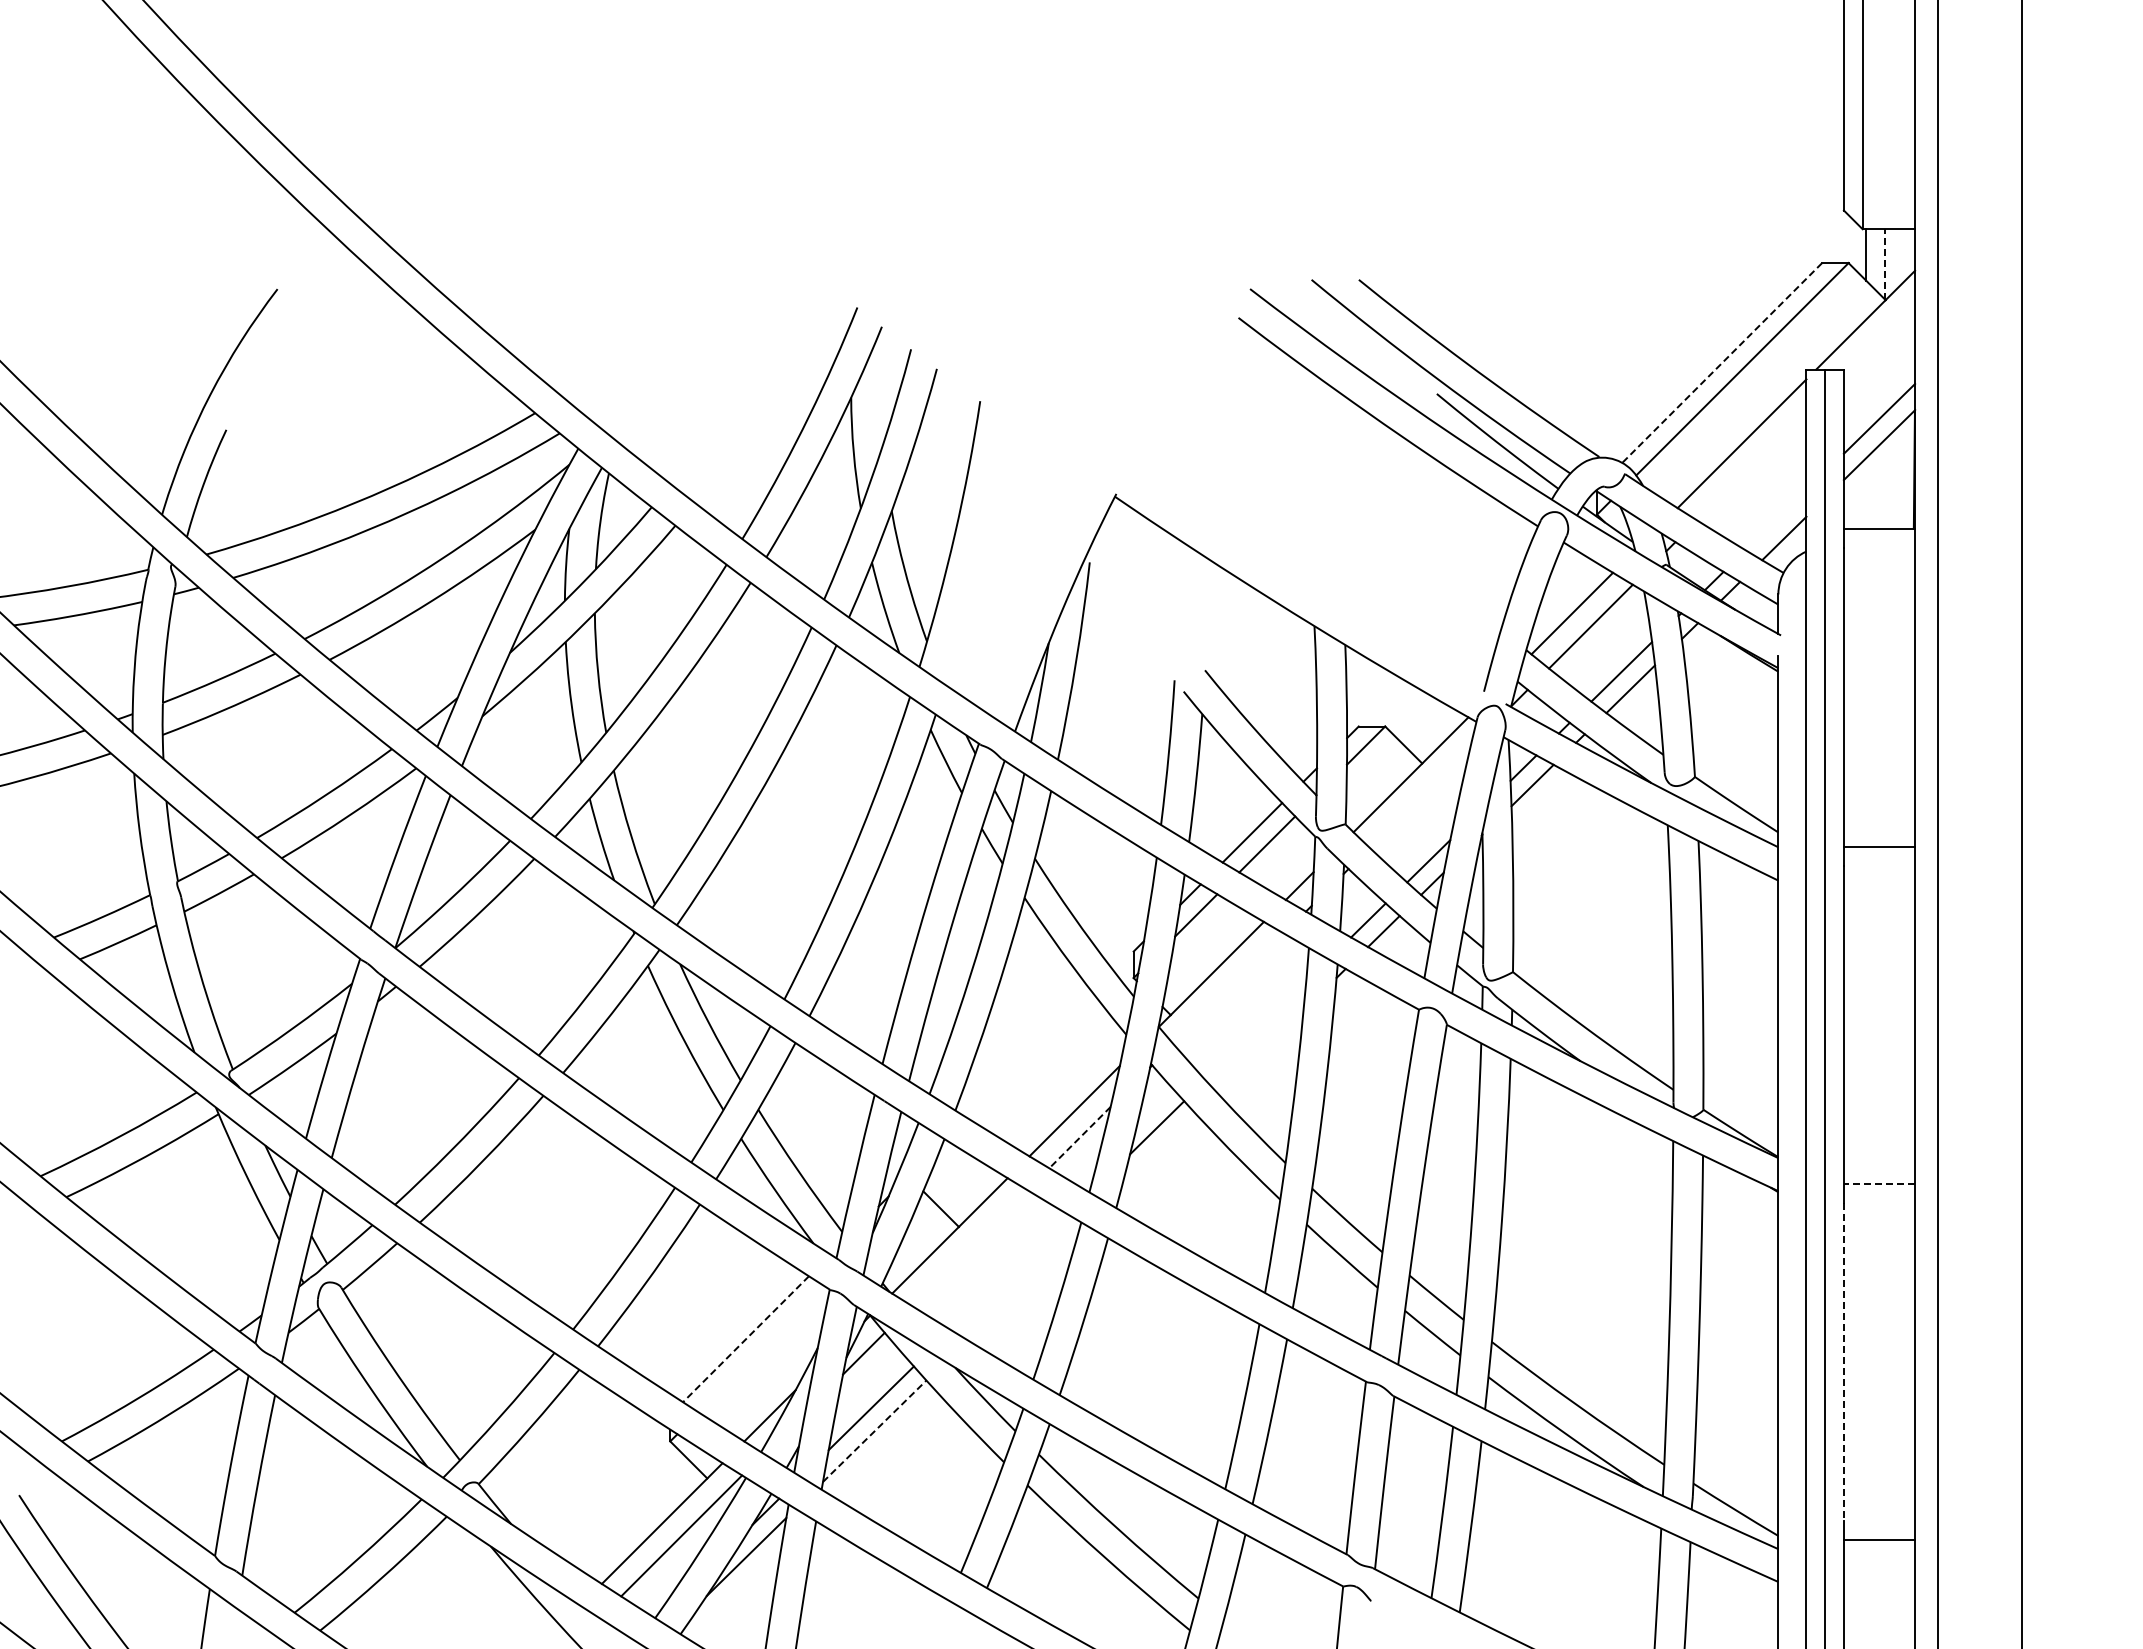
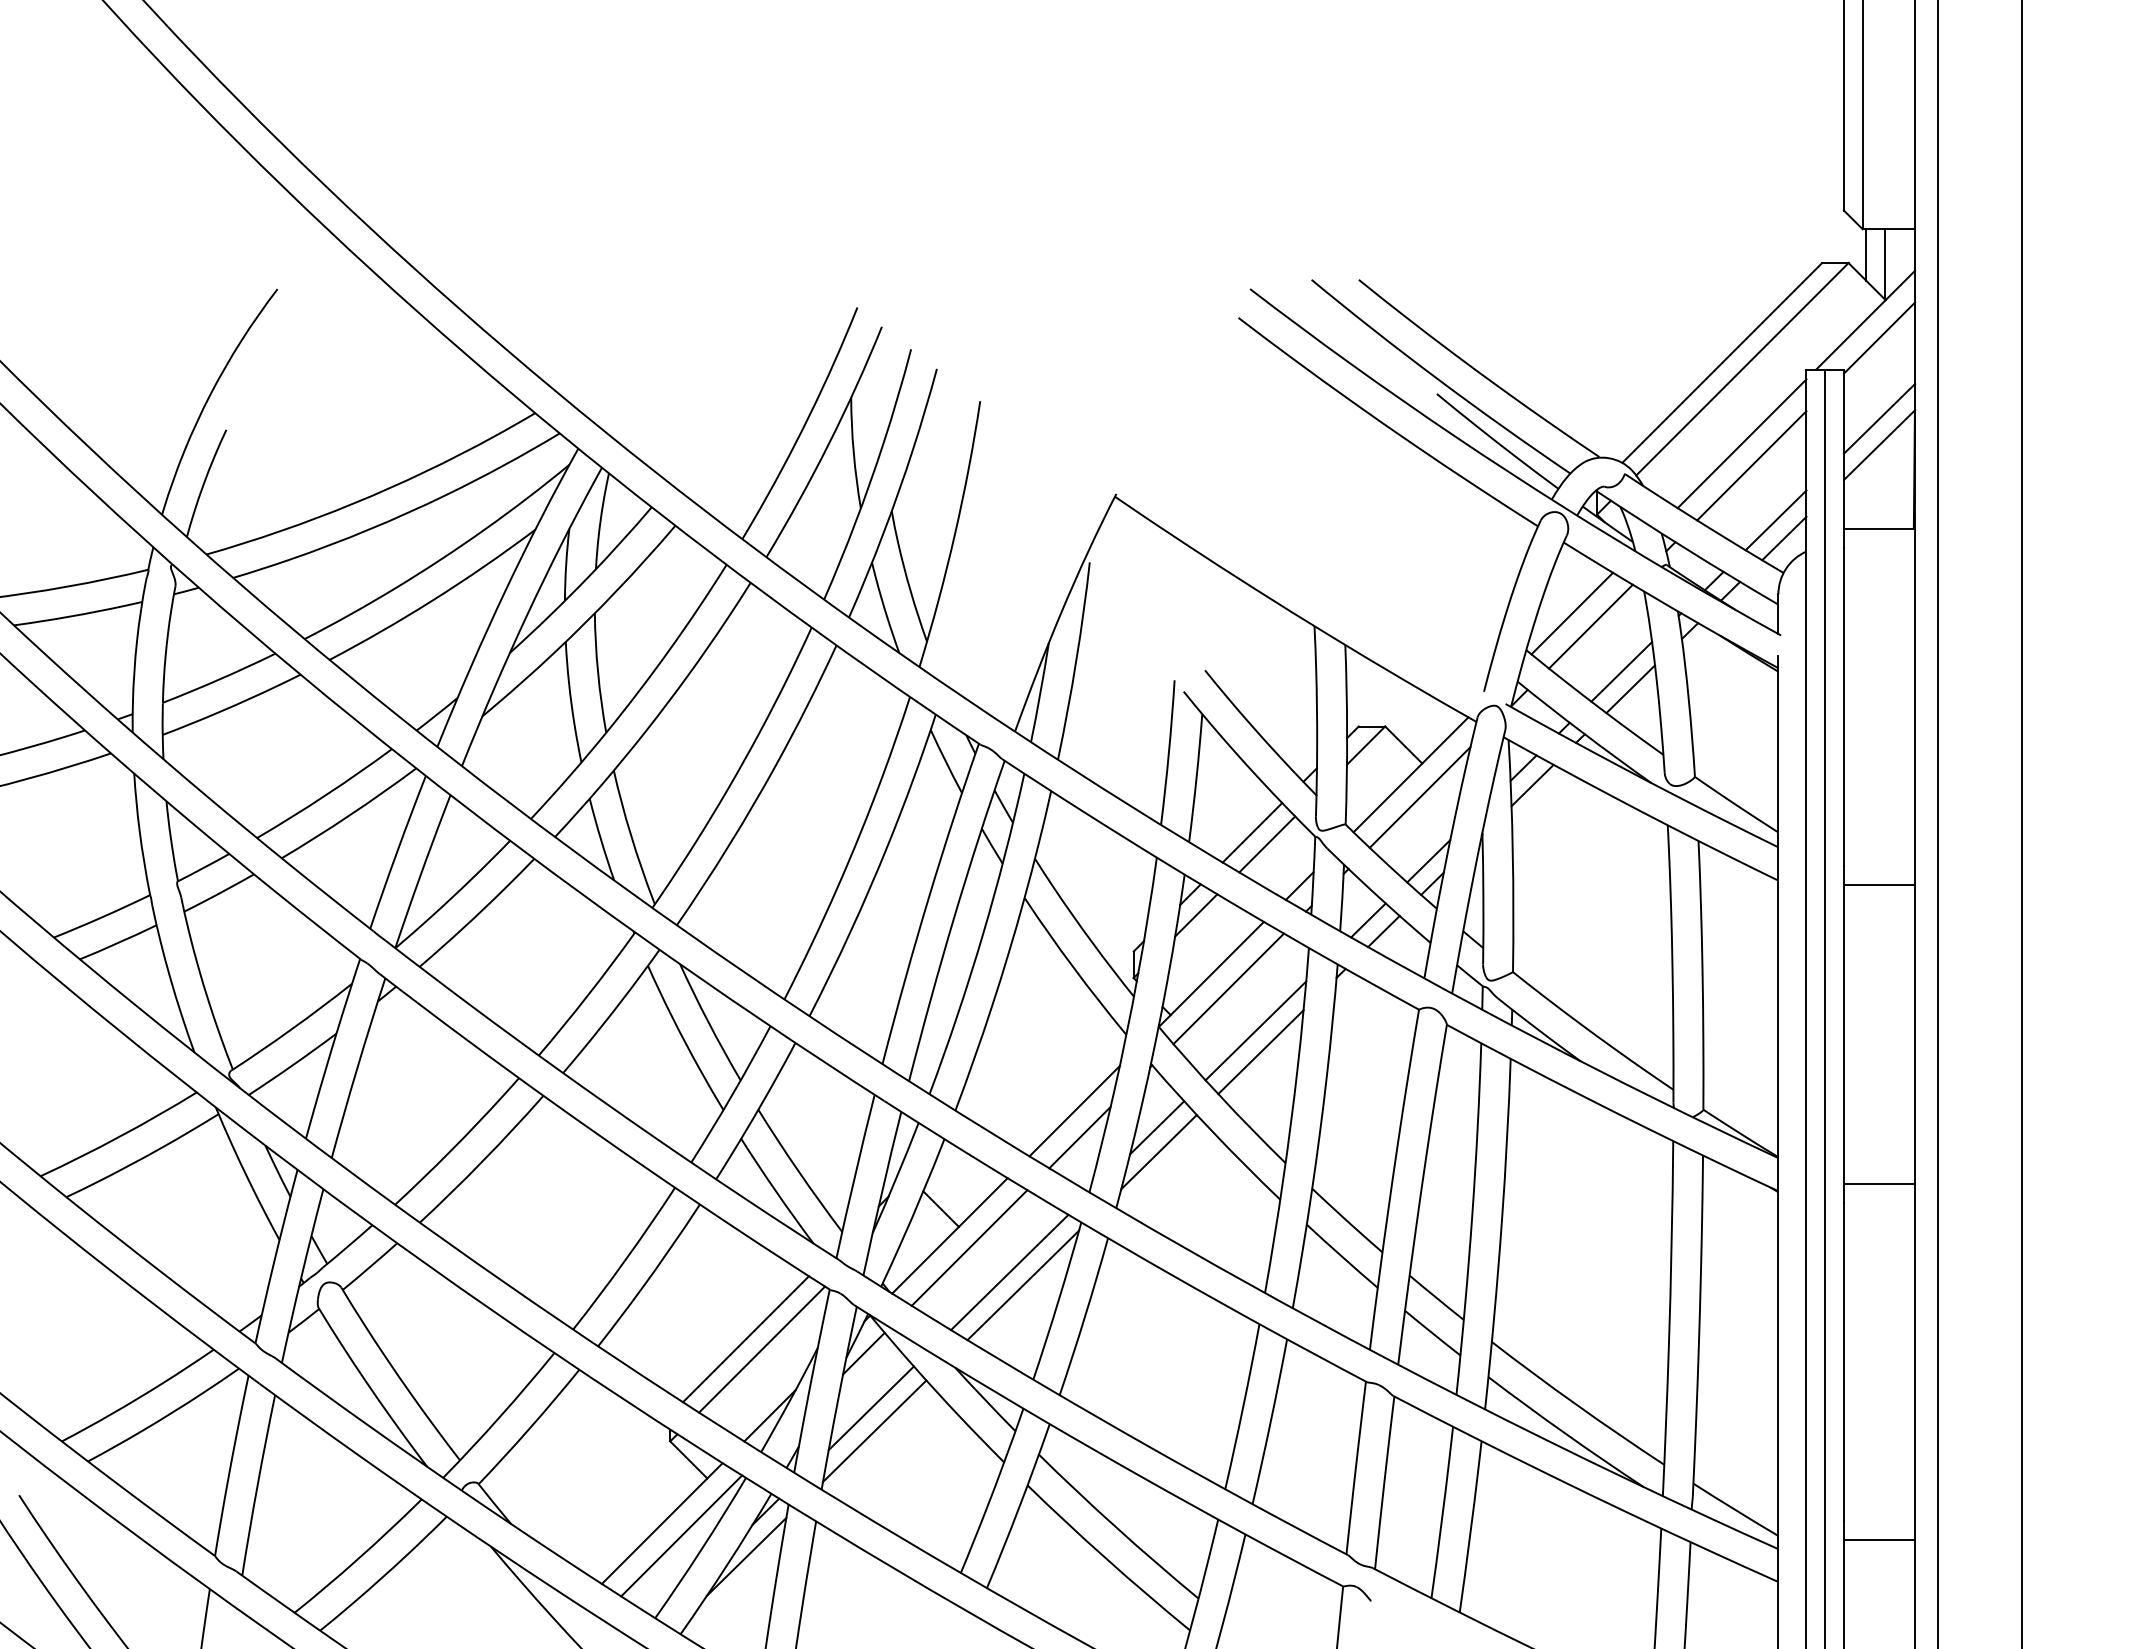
line at (1885, 263): dashed -> solid
line at (1879, 337): none -> present
line at (1722, 363): dashed -> solid
line at (1751, 465): none -> present
line at (1775, 520): none -> present
line at (1419, 797): none -> present
line at (1879, 846) position: (1879, 846) -> (1879, 884)
line at (1228, 988): none -> present
line at (1255, 1030): none -> present
line at (1260, 1052): none -> present
line at (1079, 1138): dashed -> solid
line at (1158, 1152): none -> present
line at (1879, 1184): dashed -> solid
line at (969, 1247): none -> present
line at (1009, 1272): none -> present
line at (1023, 1285): none -> present
line at (745, 1339): dashed -> solid
line at (762, 1349): none -> present
line at (1843, 1362): dashed -> solid
line at (875, 1430): dashed -> solid
